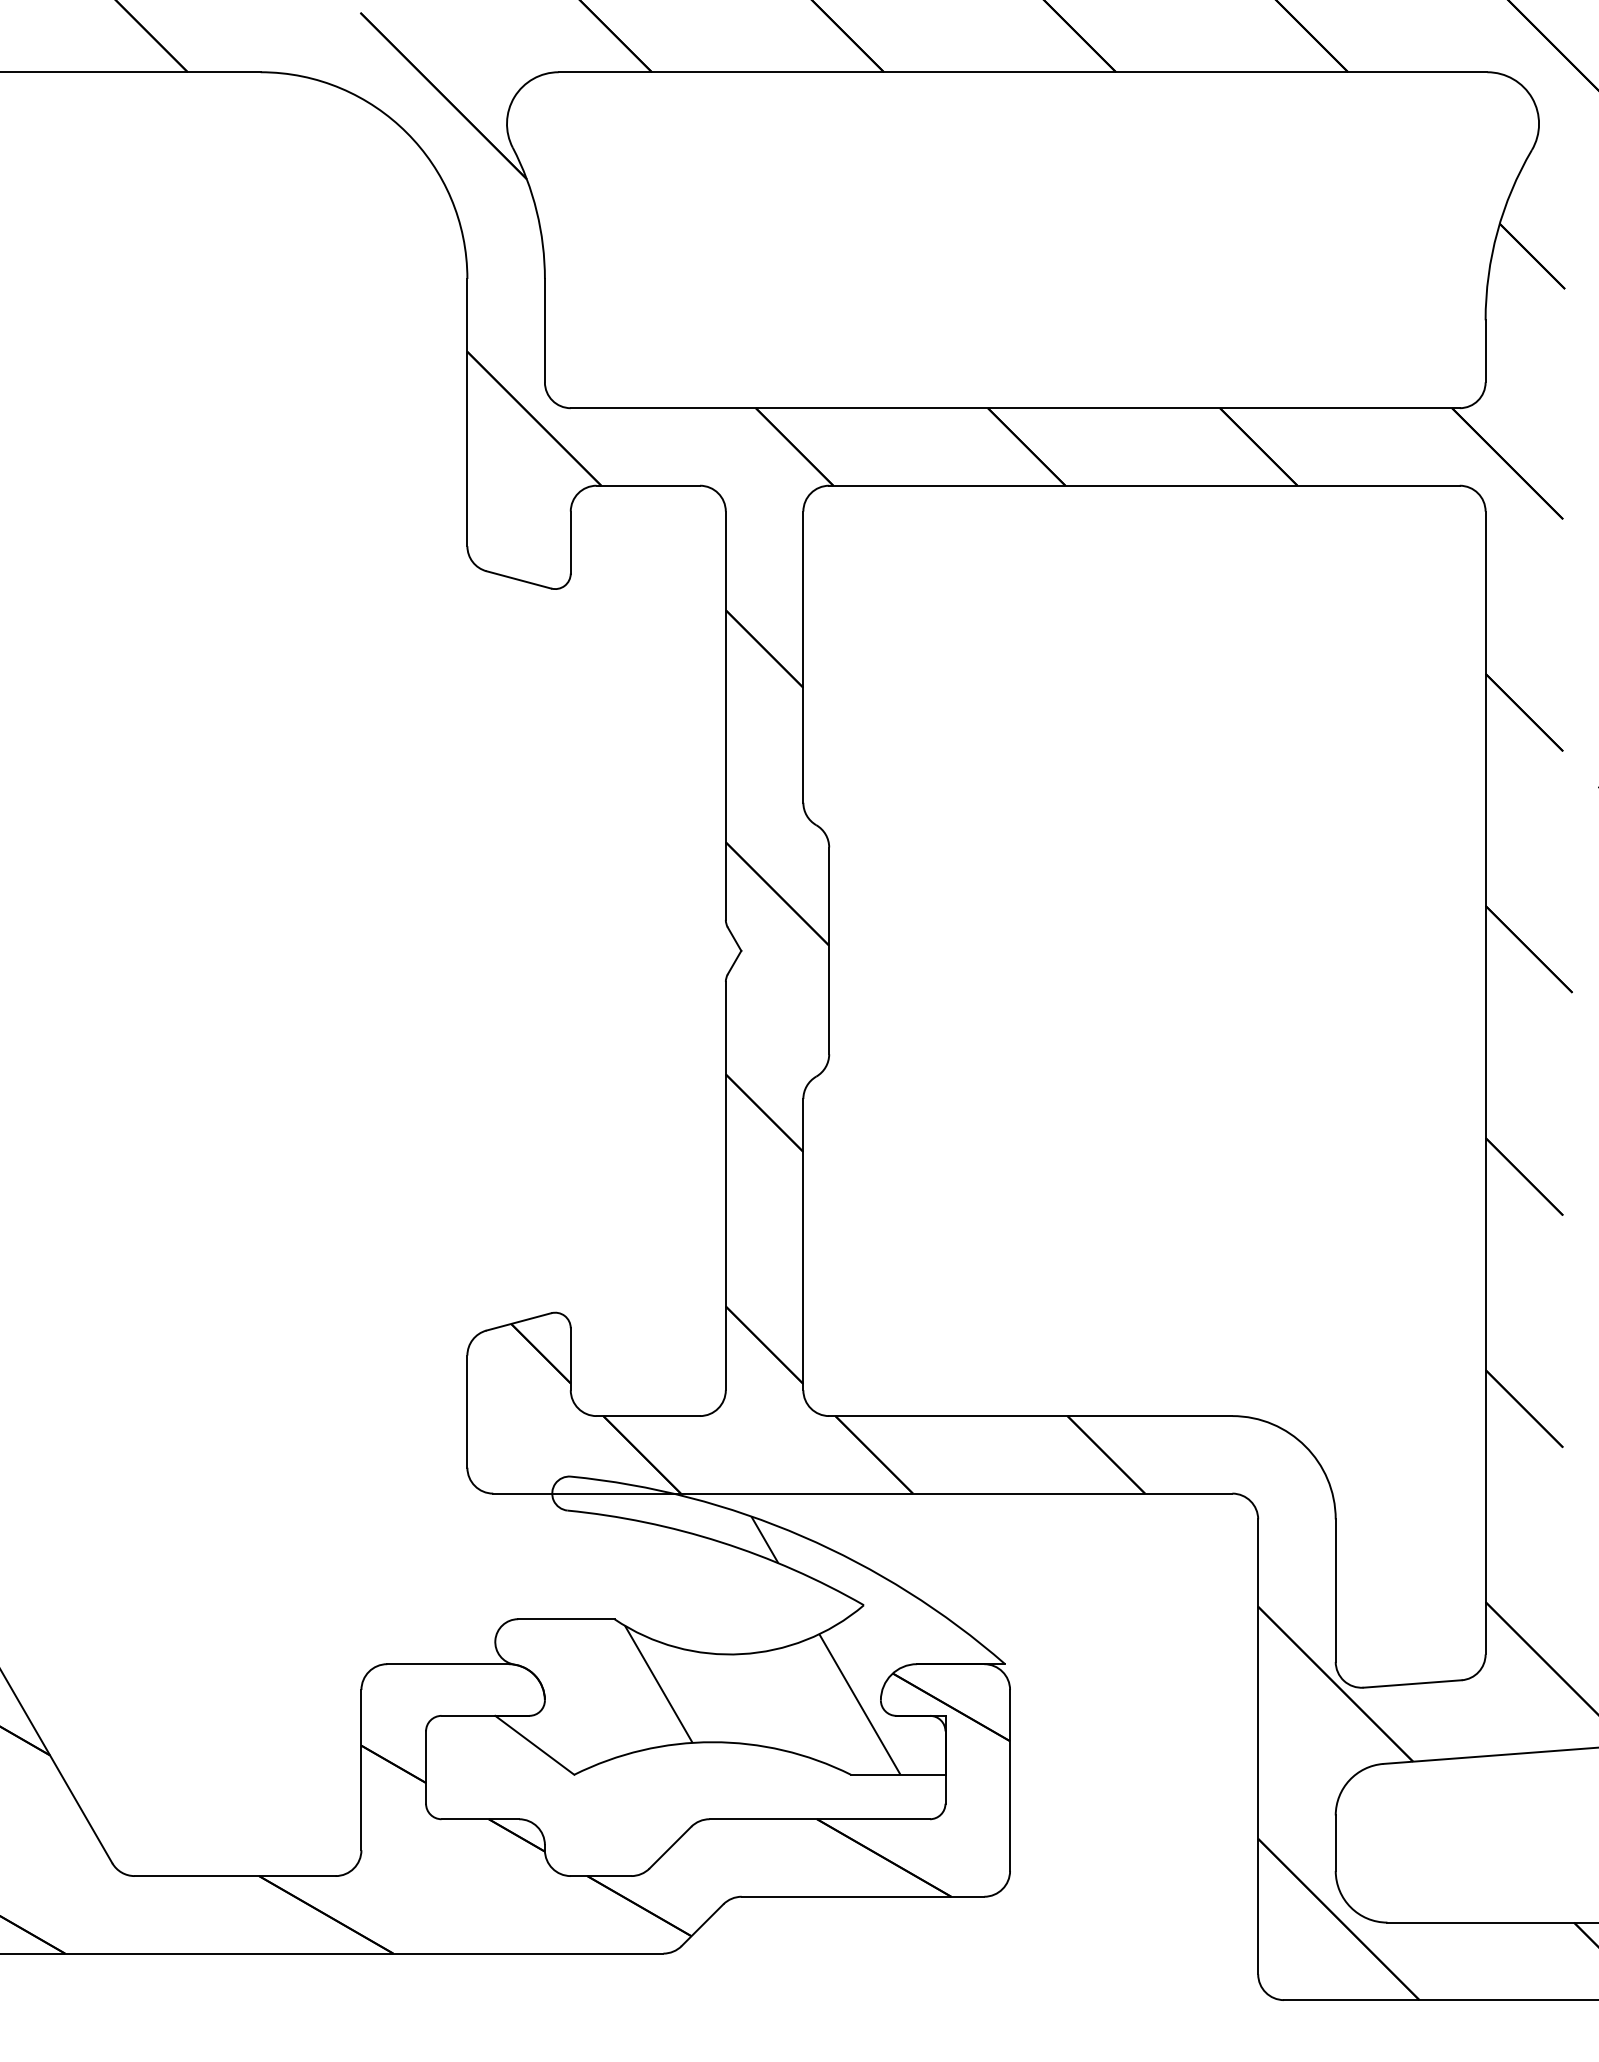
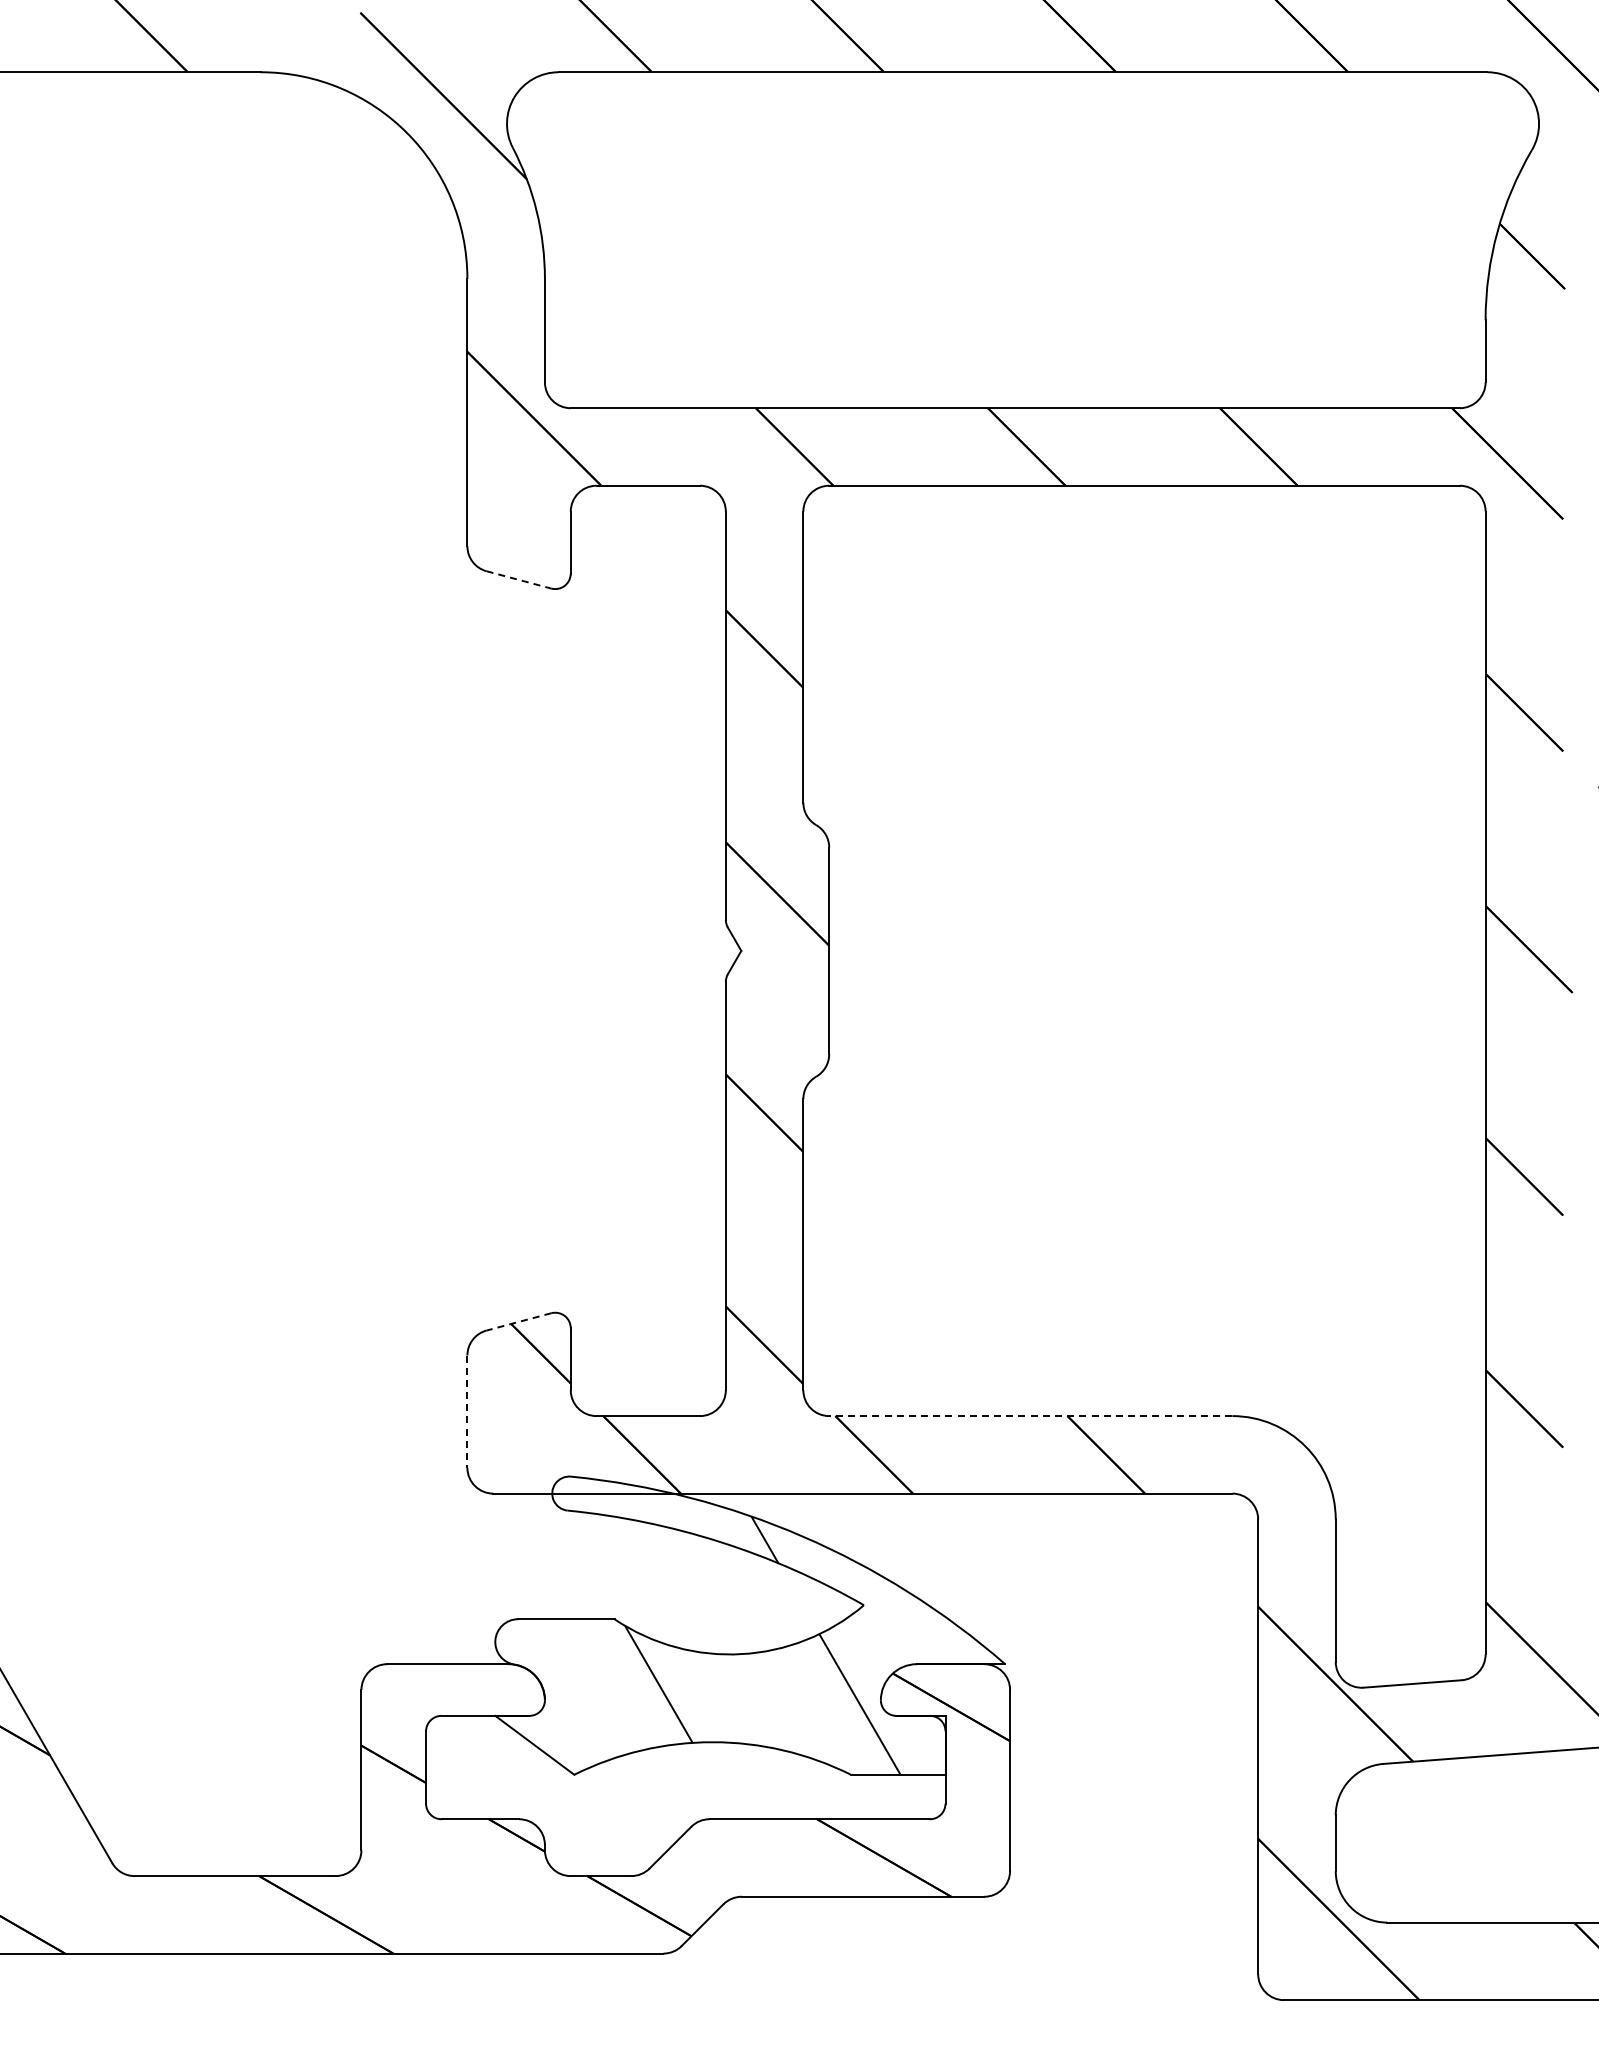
line at (519, 580): solid -> dashed
line at (518, 1322): solid -> dashed
line at (467, 1412): solid -> dashed
line at (1030, 1416): solid -> dashed
